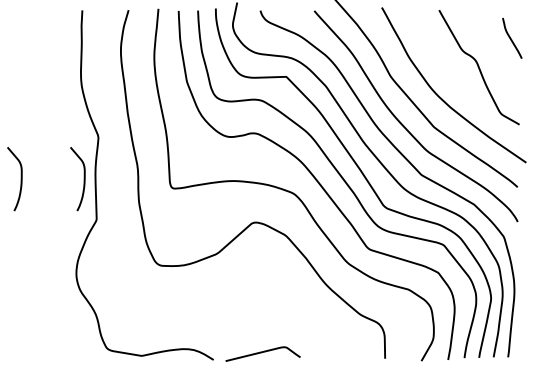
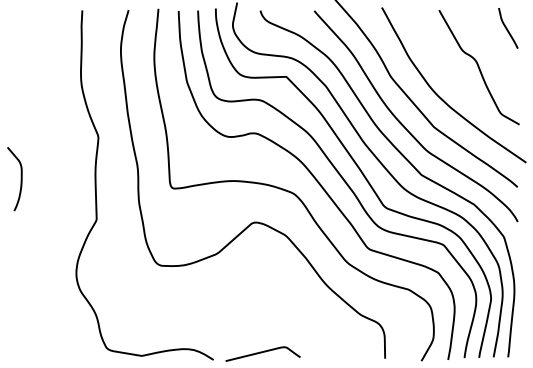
curve at (511, 38) position: (511, 38) -> (507, 28)
curve at (83, 179): present -> none
